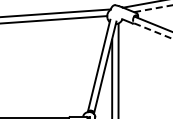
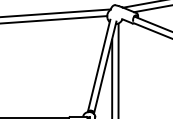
line at (153, 8): dashed -> solid
line at (153, 31): dashed -> solid
